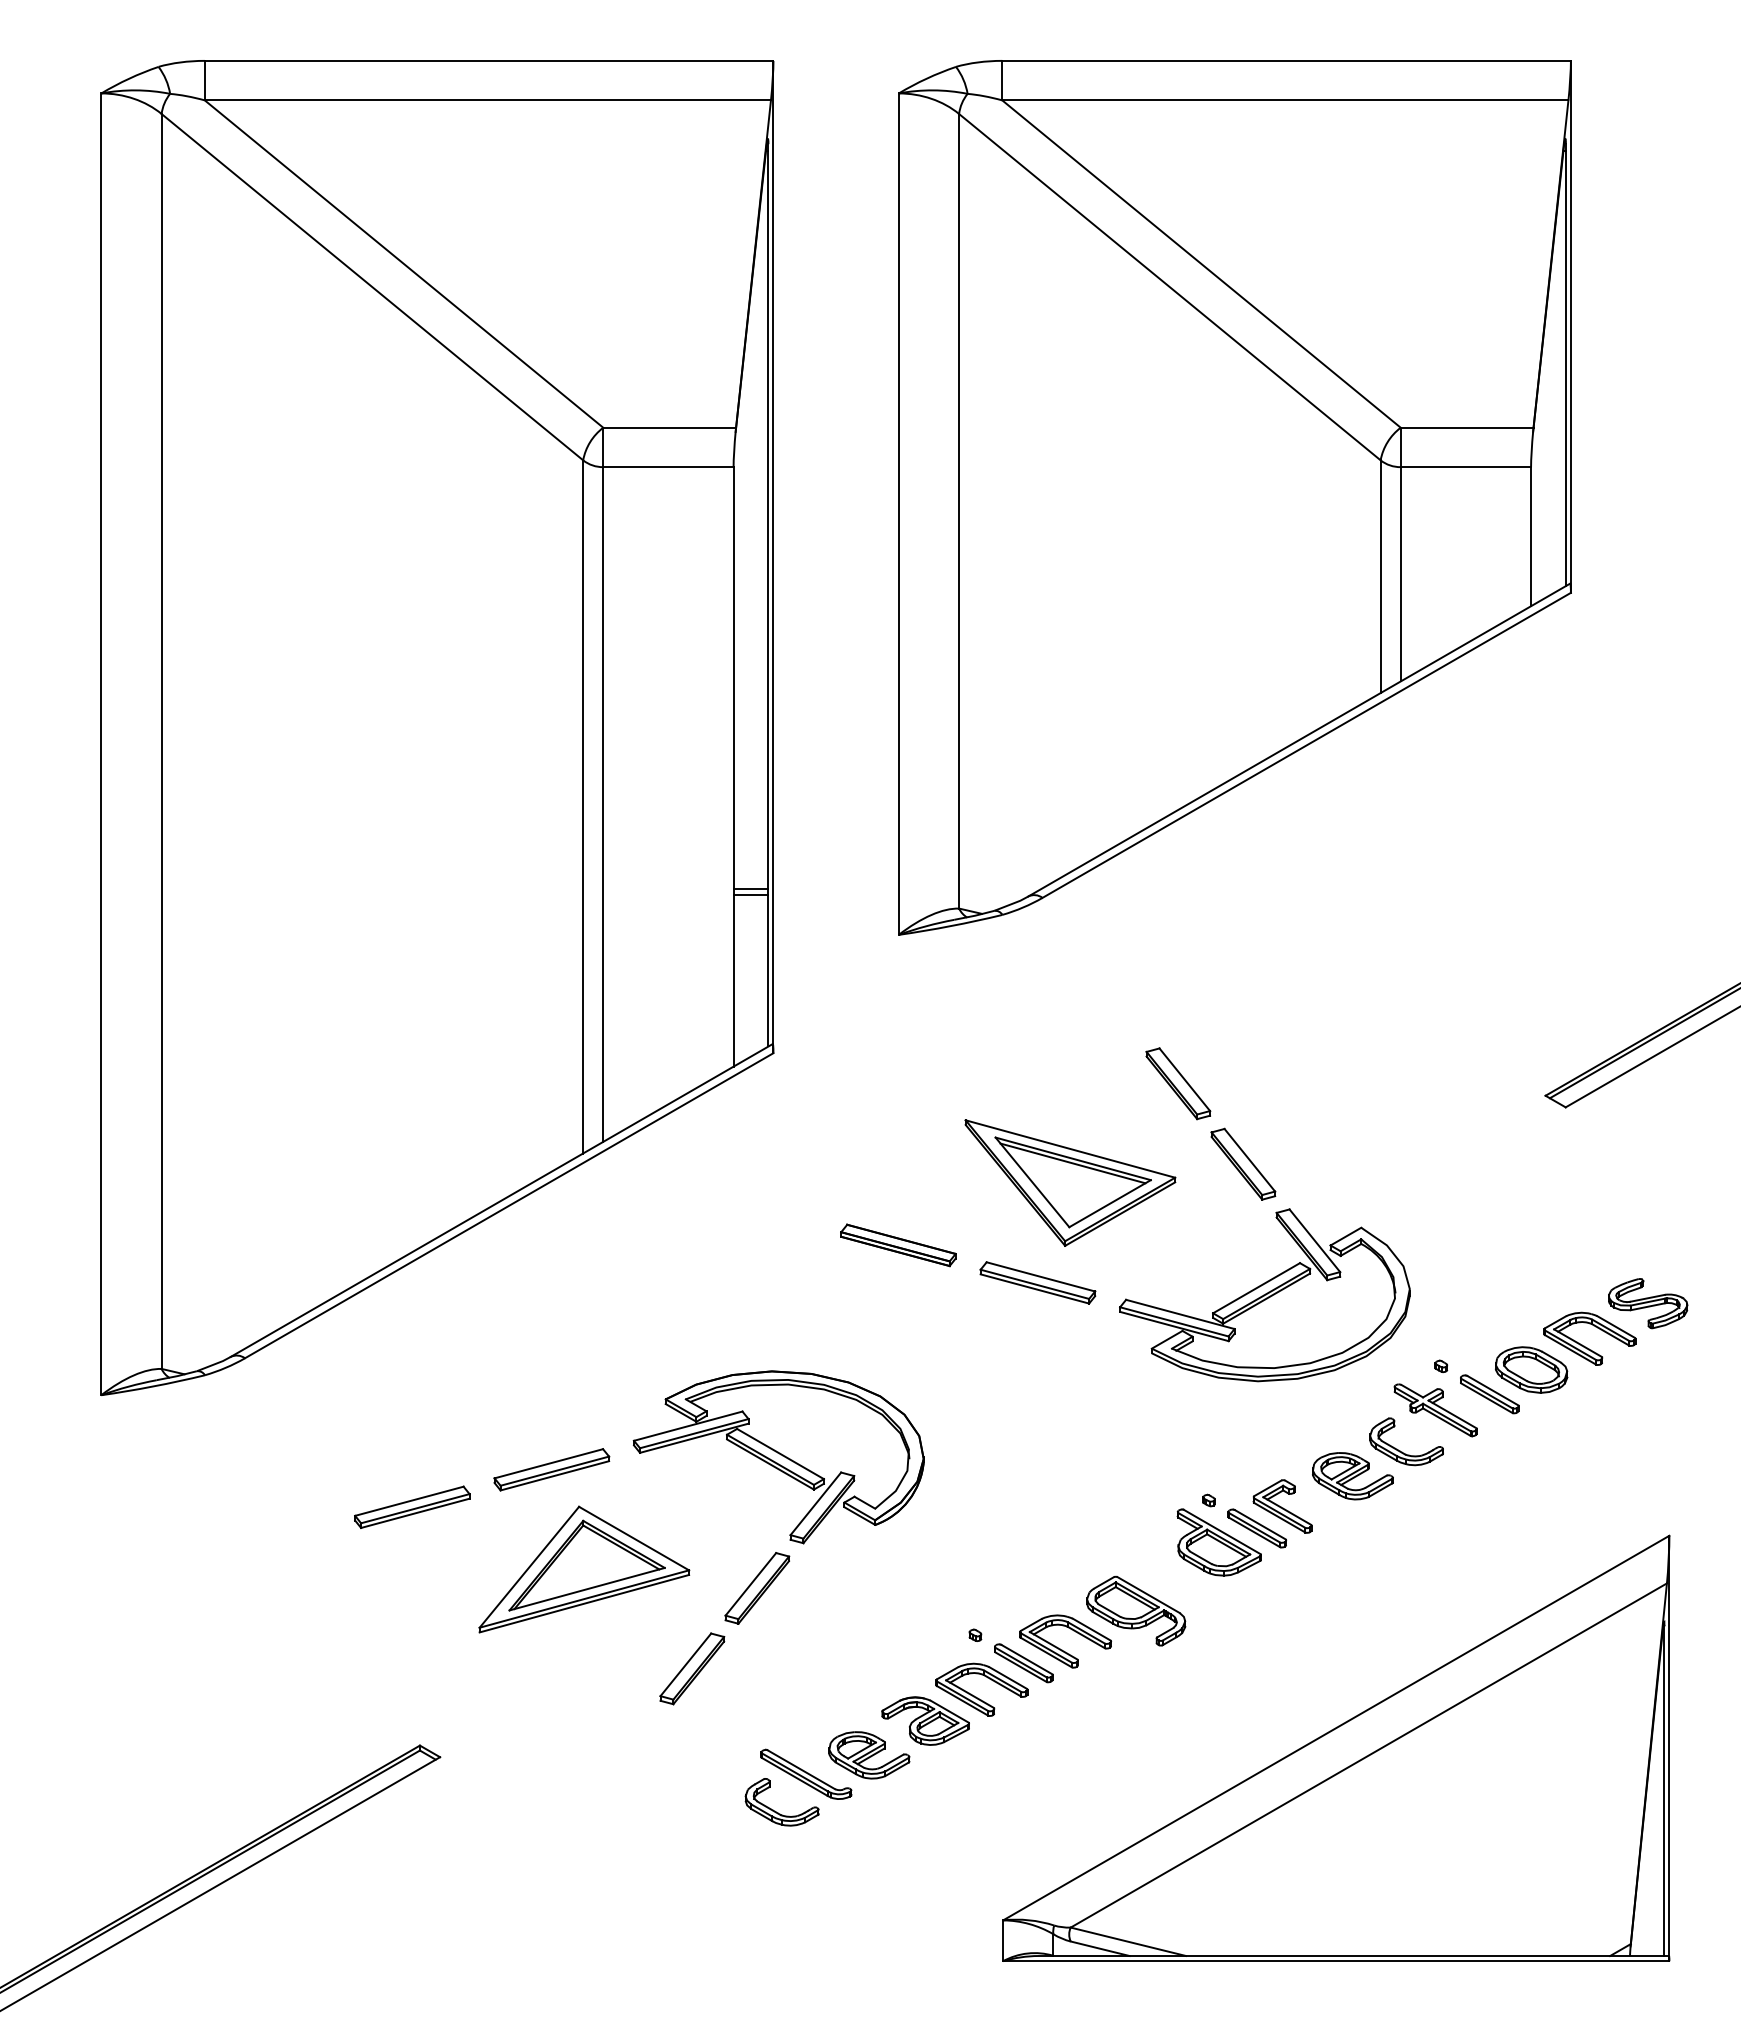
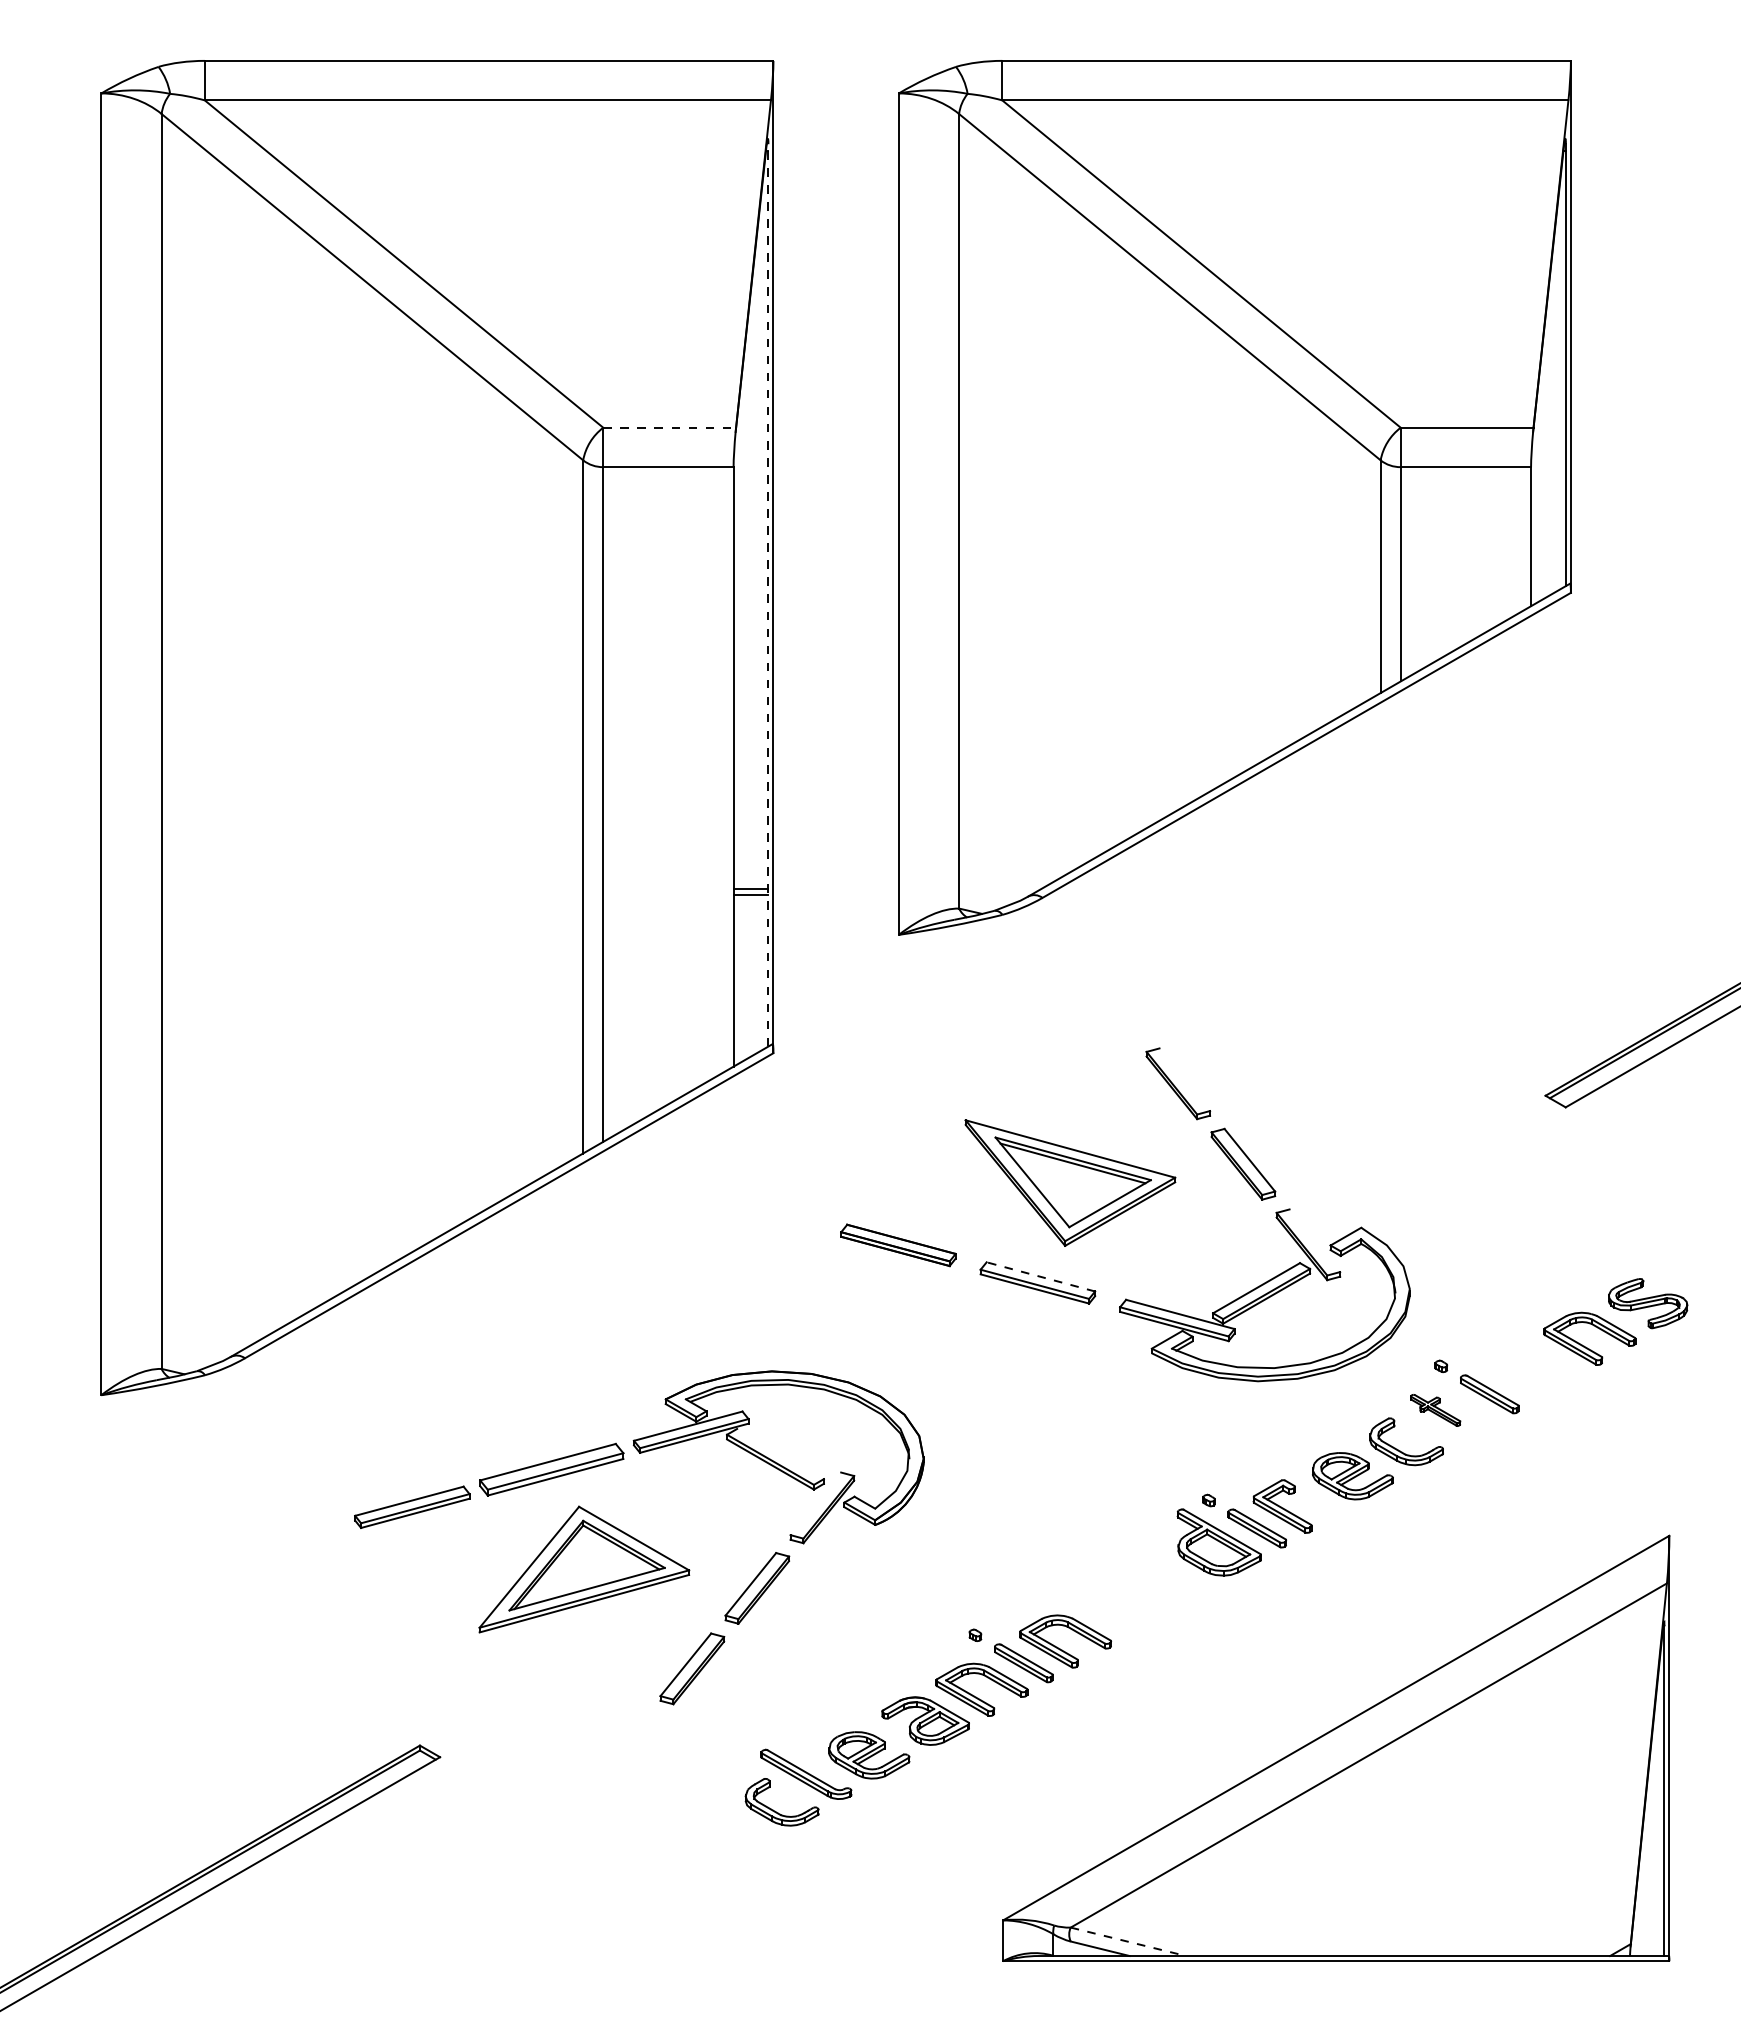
line at (670, 427): solid -> dashed
line at (768, 594): solid -> dashed
line at (1184, 1079): present -> none
line at (1314, 1240): present -> none
line at (1040, 1276): solid -> dashed
part at (1531, 1369): present -> none
part at (1435, 1410) size: 85x55 px -> 52x33 px
line at (780, 1453): present -> none
part at (551, 1469) size: 118x44 px -> 146x55 px
line at (815, 1503): present -> none
part at (1136, 1610): present -> none
line at (1128, 1941): solid -> dashed
